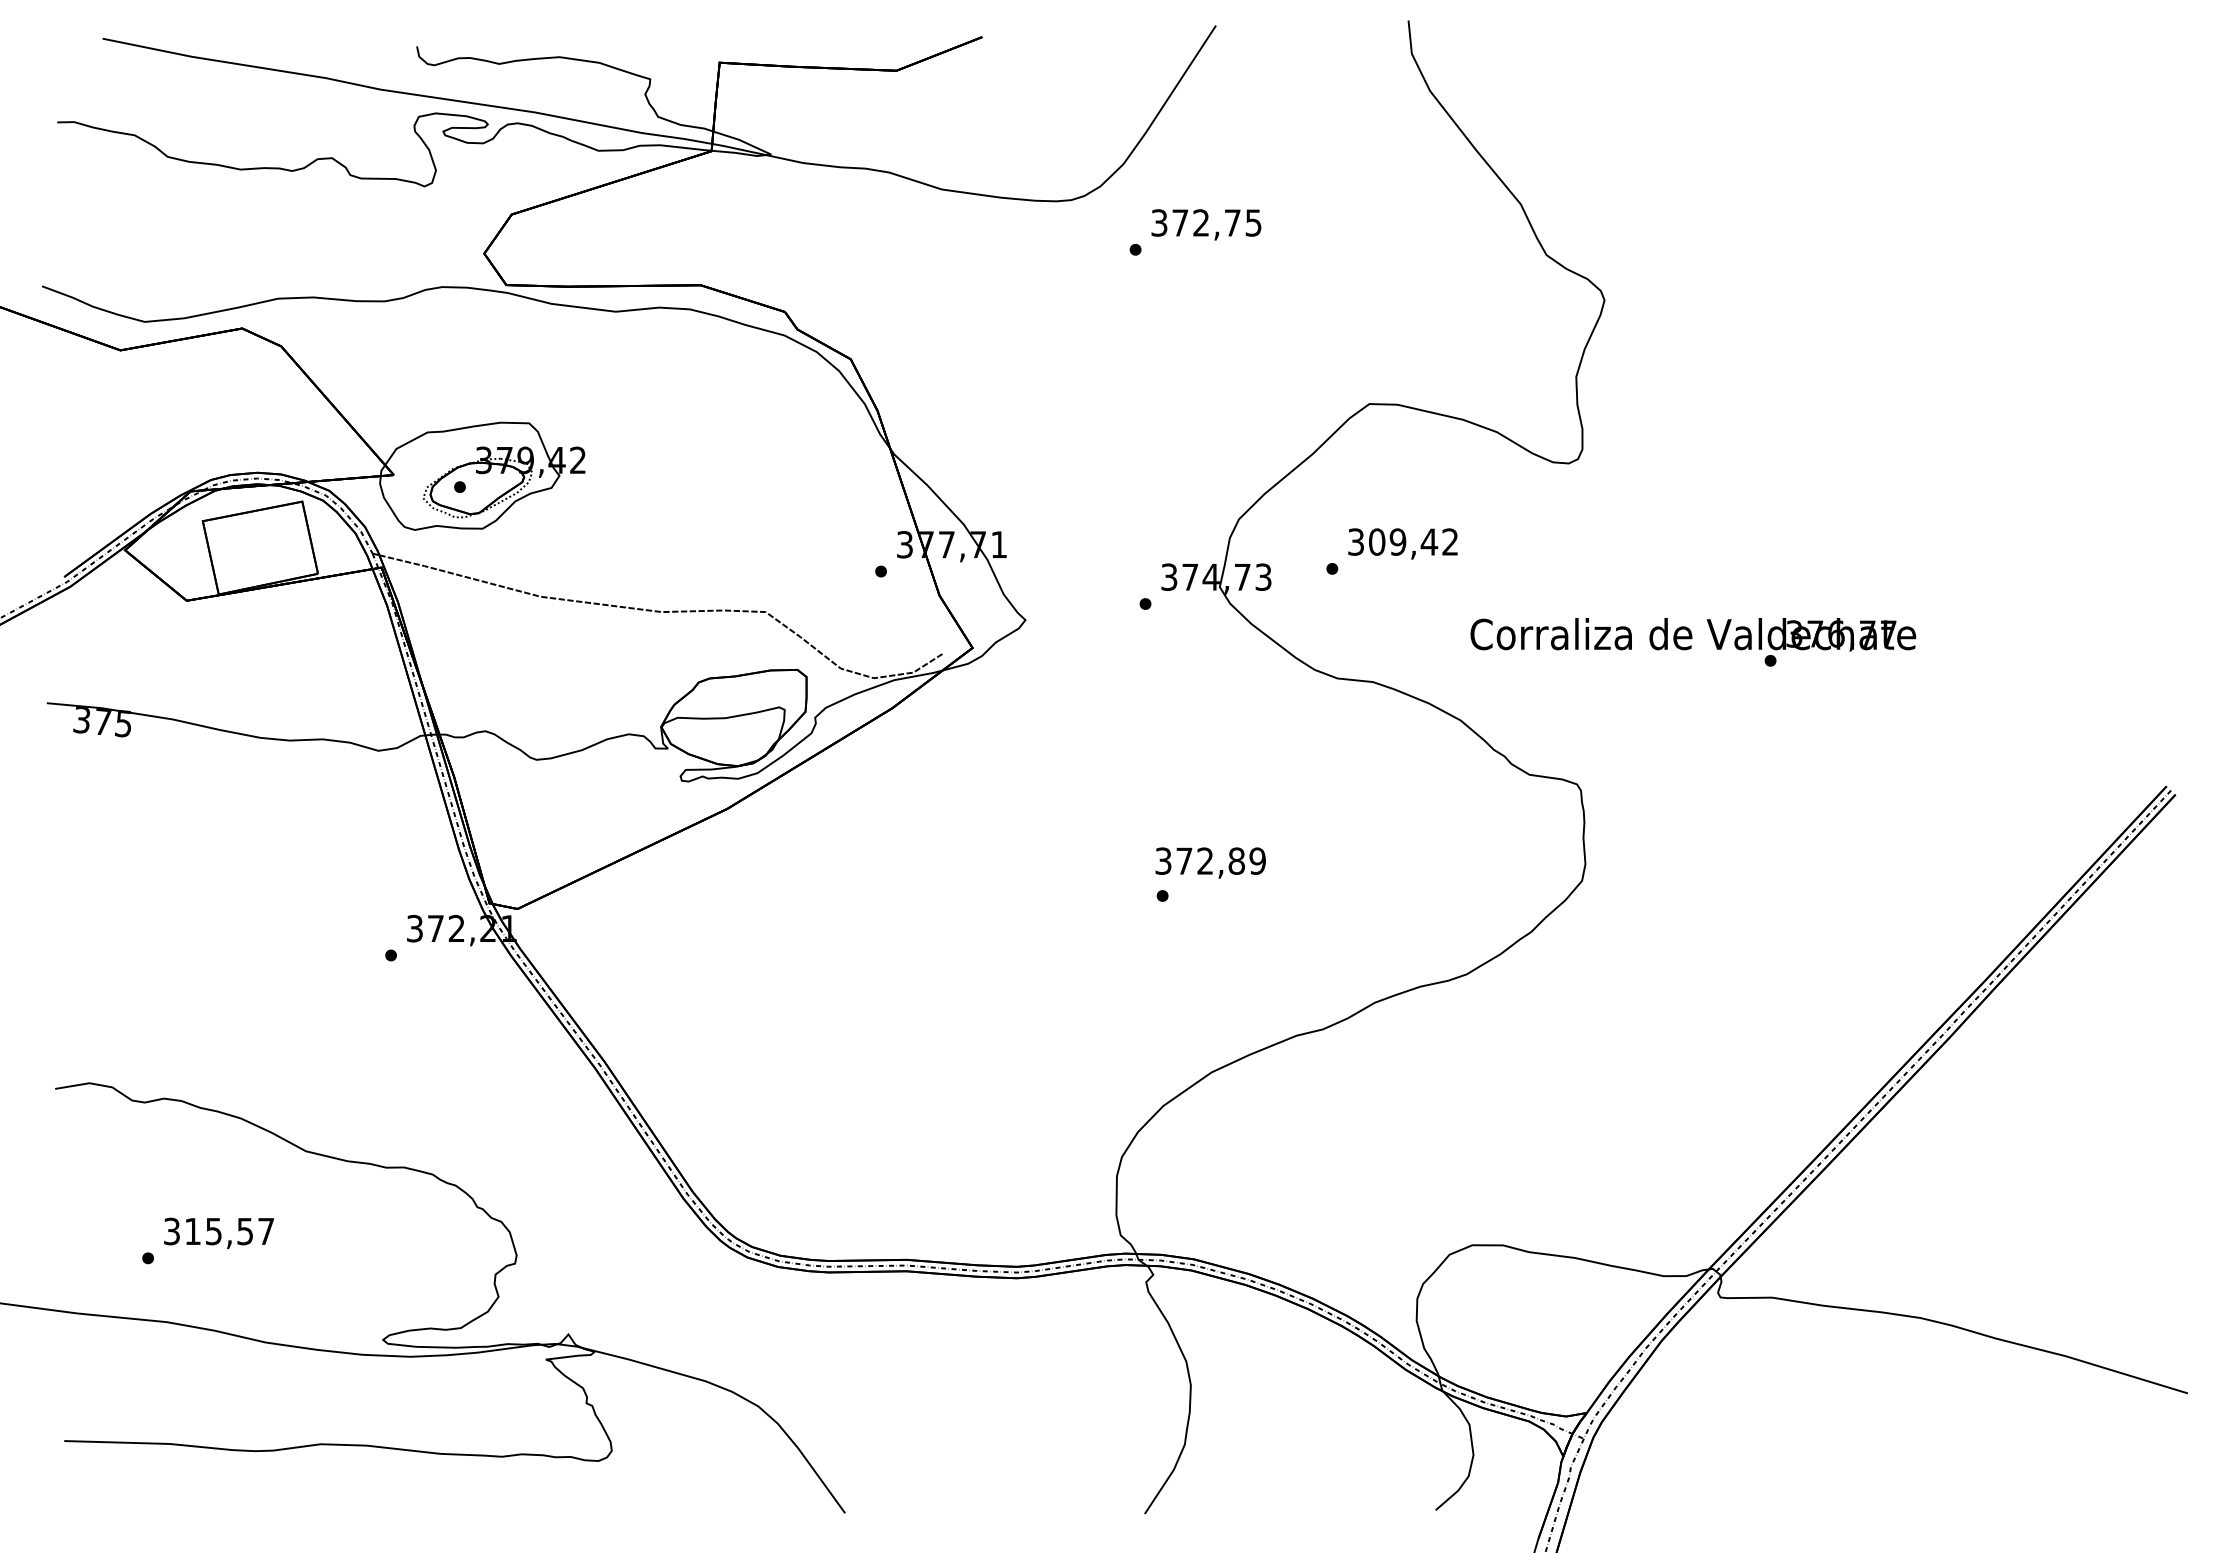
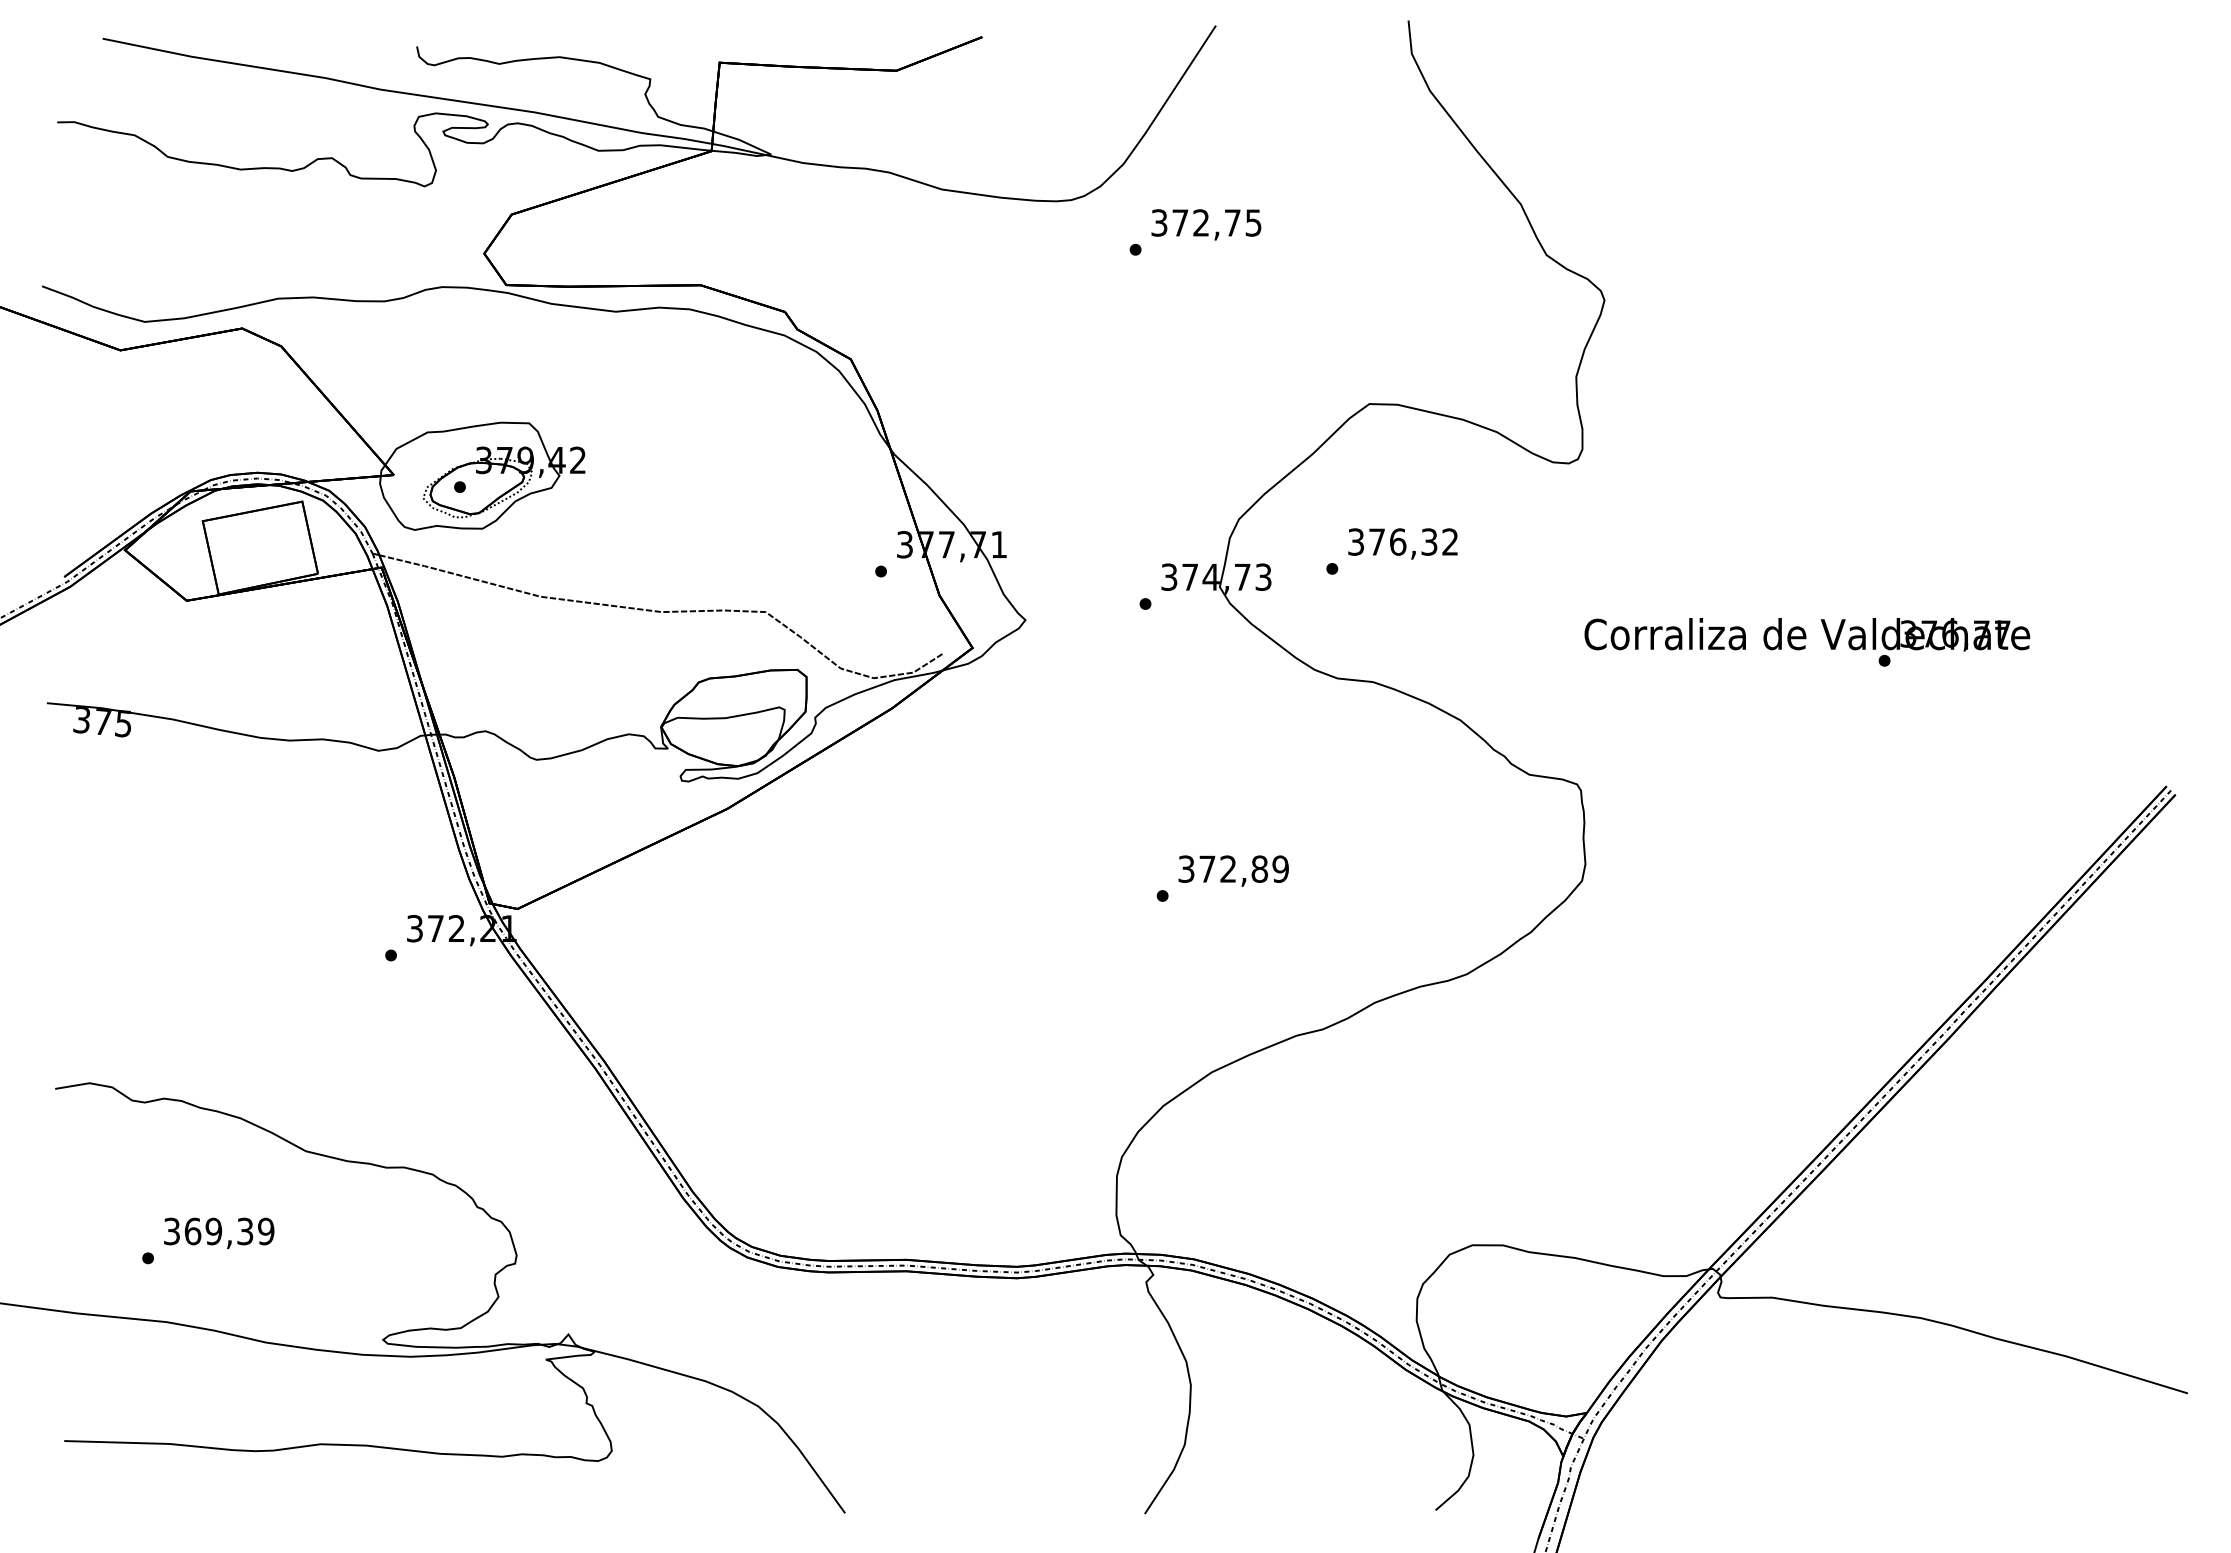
text at (1403, 541): 309,42 -> 376,32
text at (1693, 642) position: (1693, 642) -> (1807, 642)
text at (1210, 862) position: (1210, 862) -> (1233, 870)
text at (229, 1231): 315,57 -> 369,39
